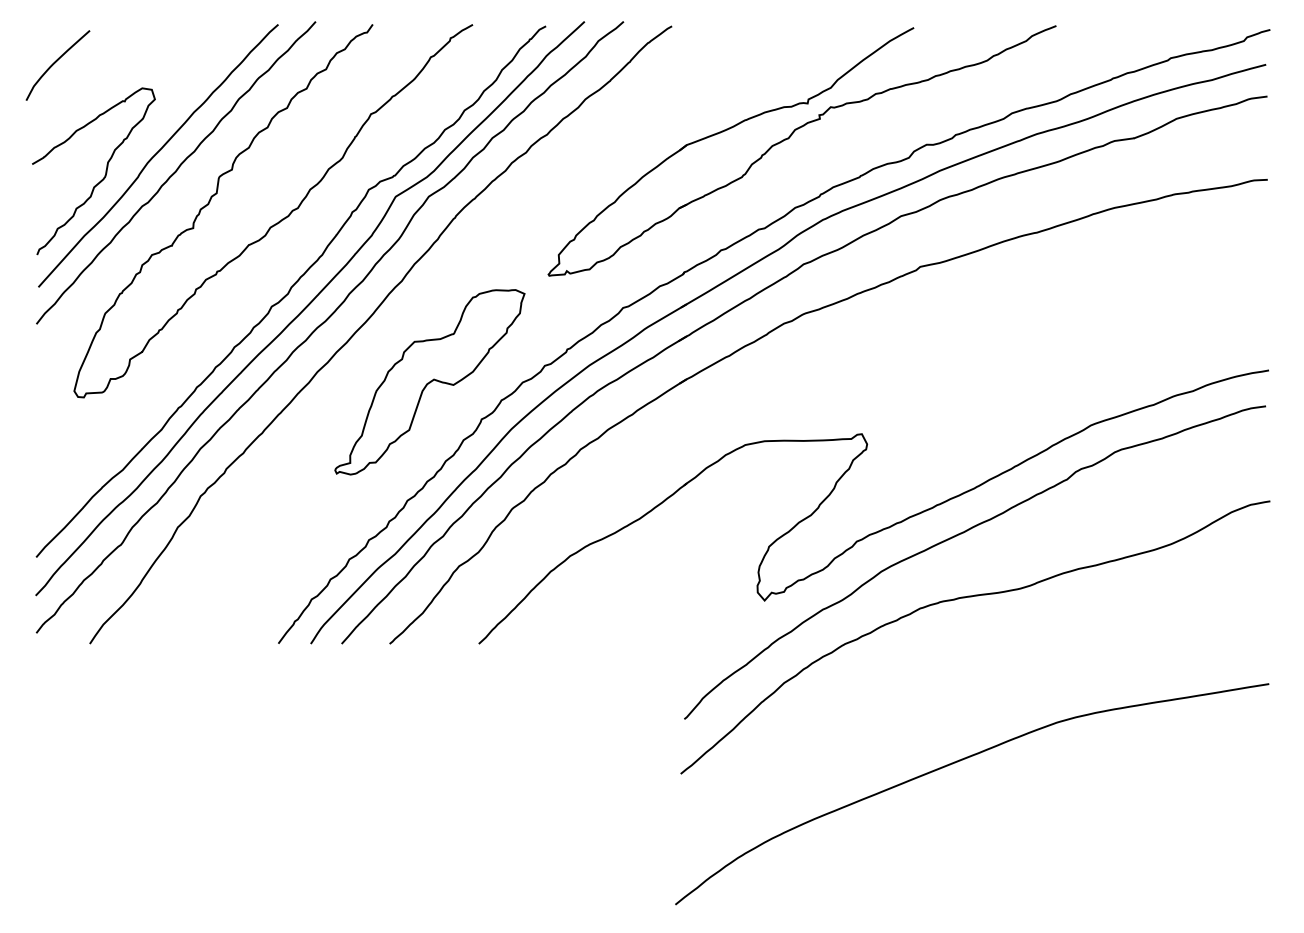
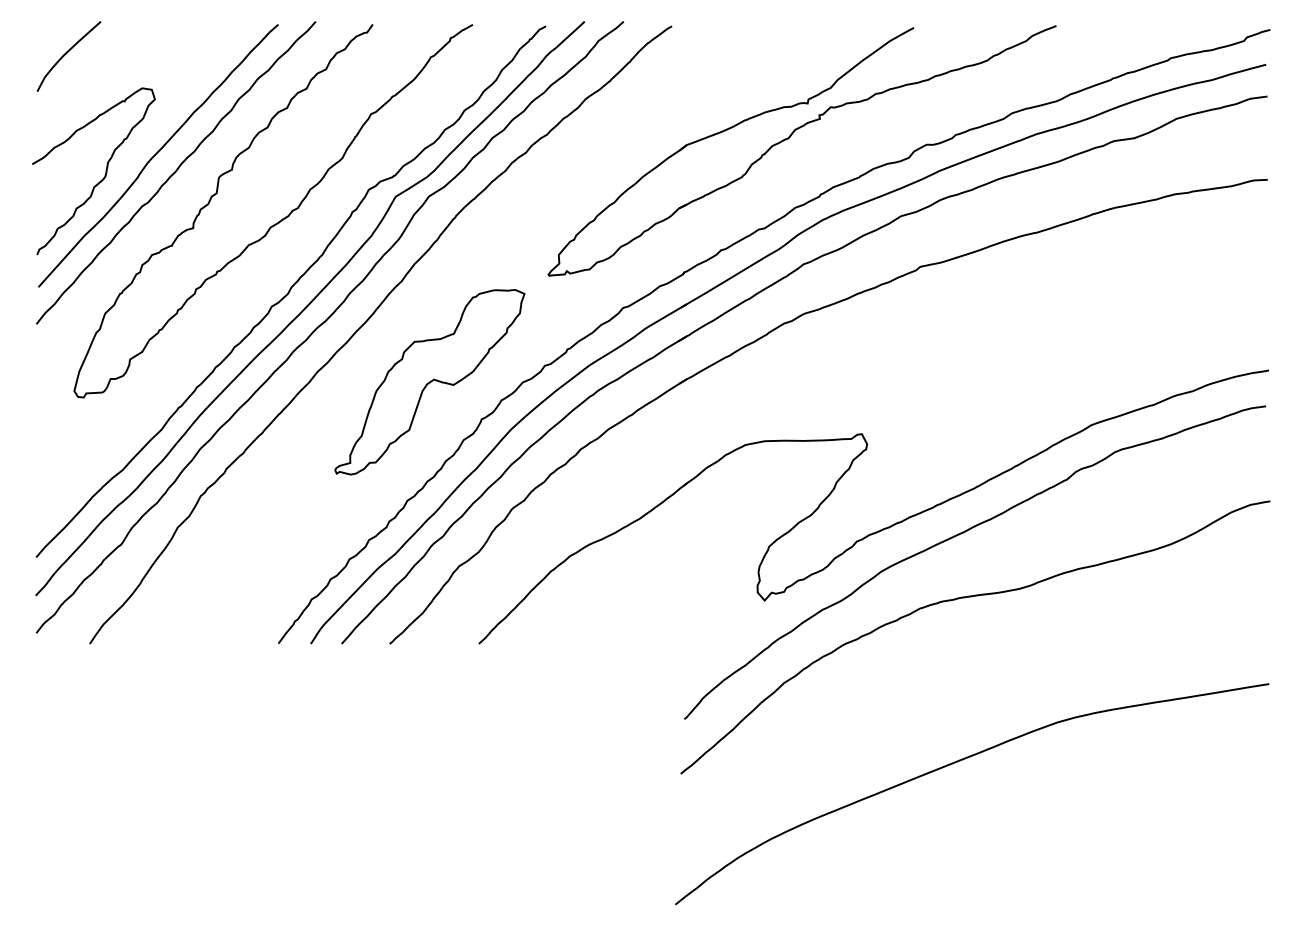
curve at (55, 63) position: (55, 63) -> (66, 54)
